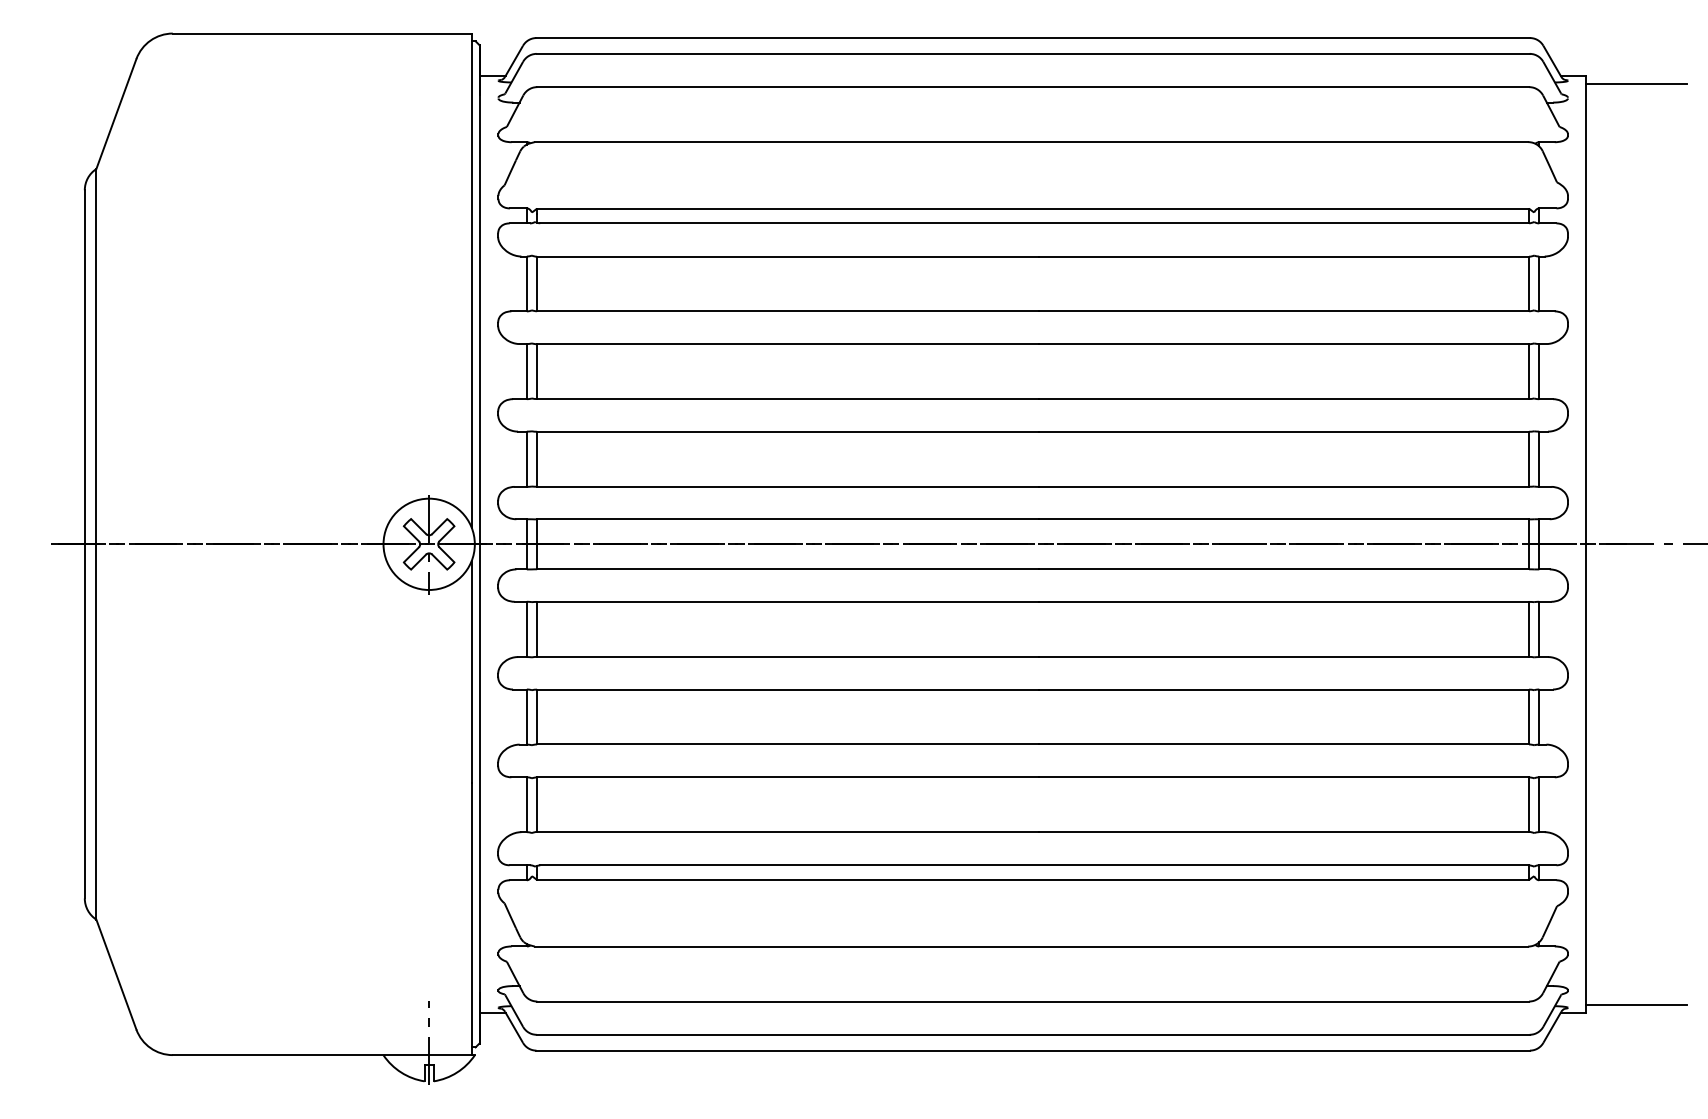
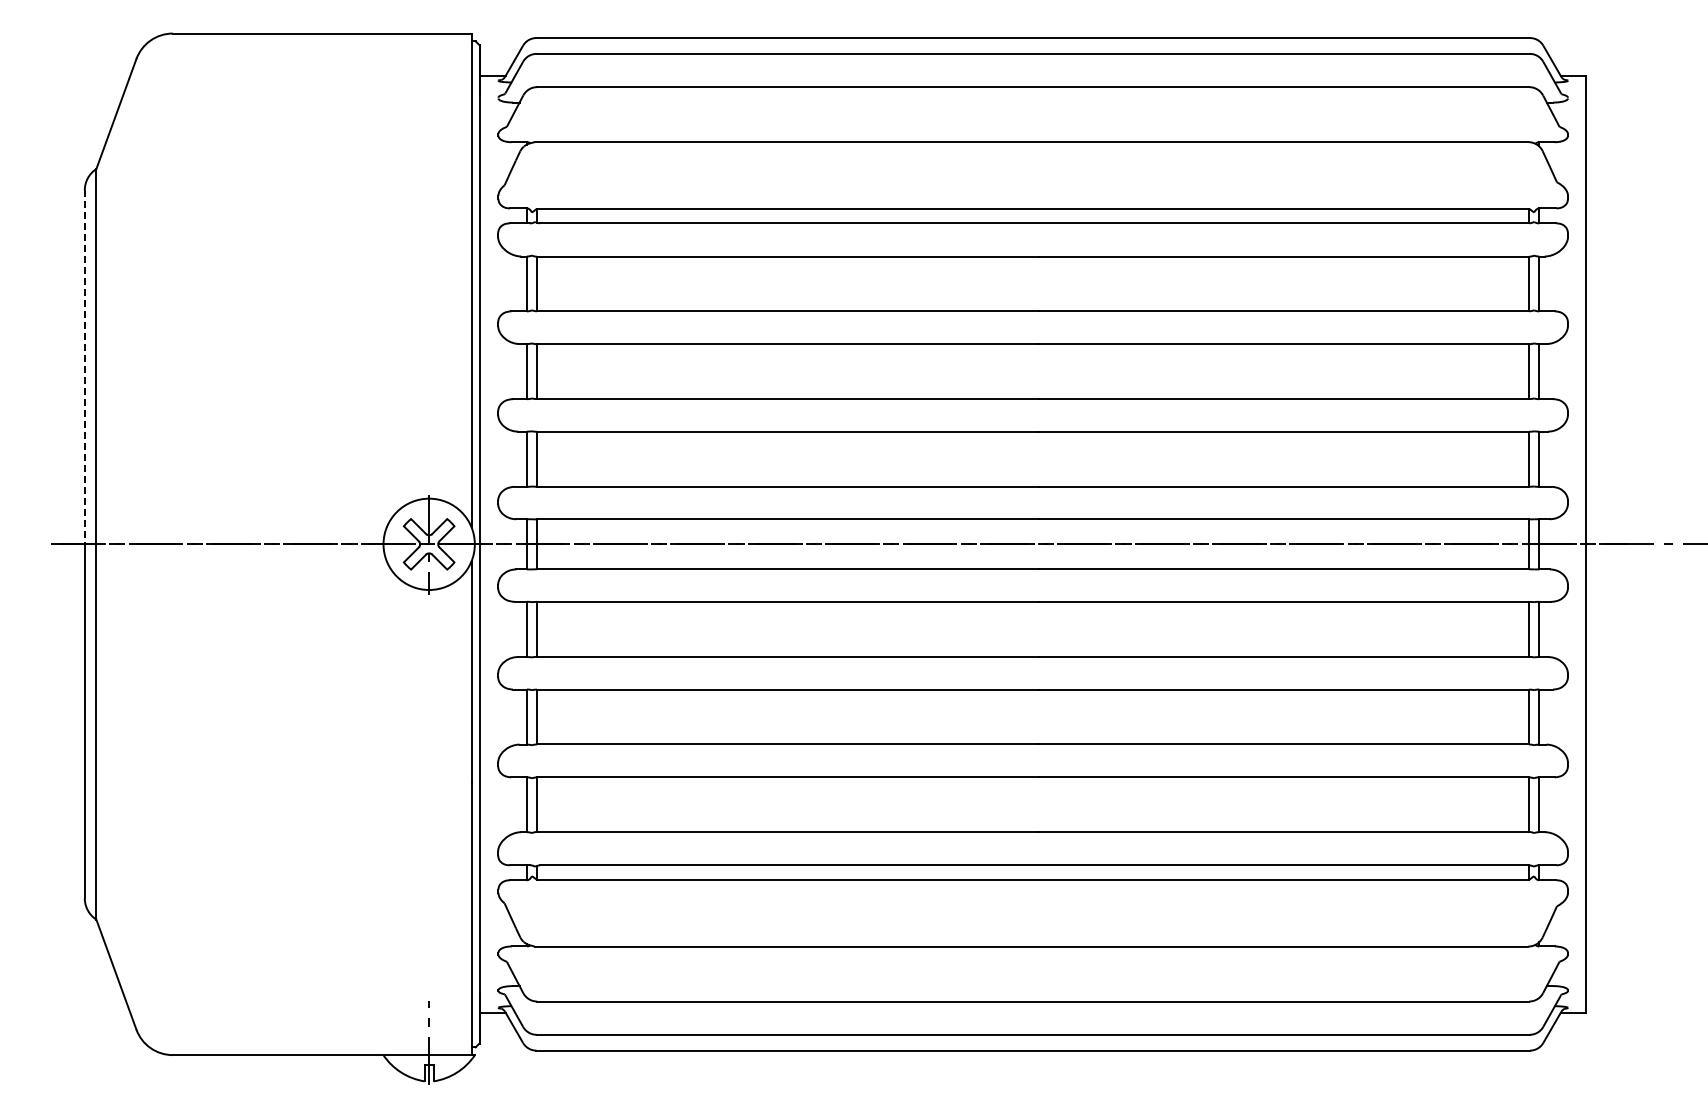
line at (1636, 83): present -> none
line at (84, 367): solid -> dashed
line at (1636, 1004): present -> none
